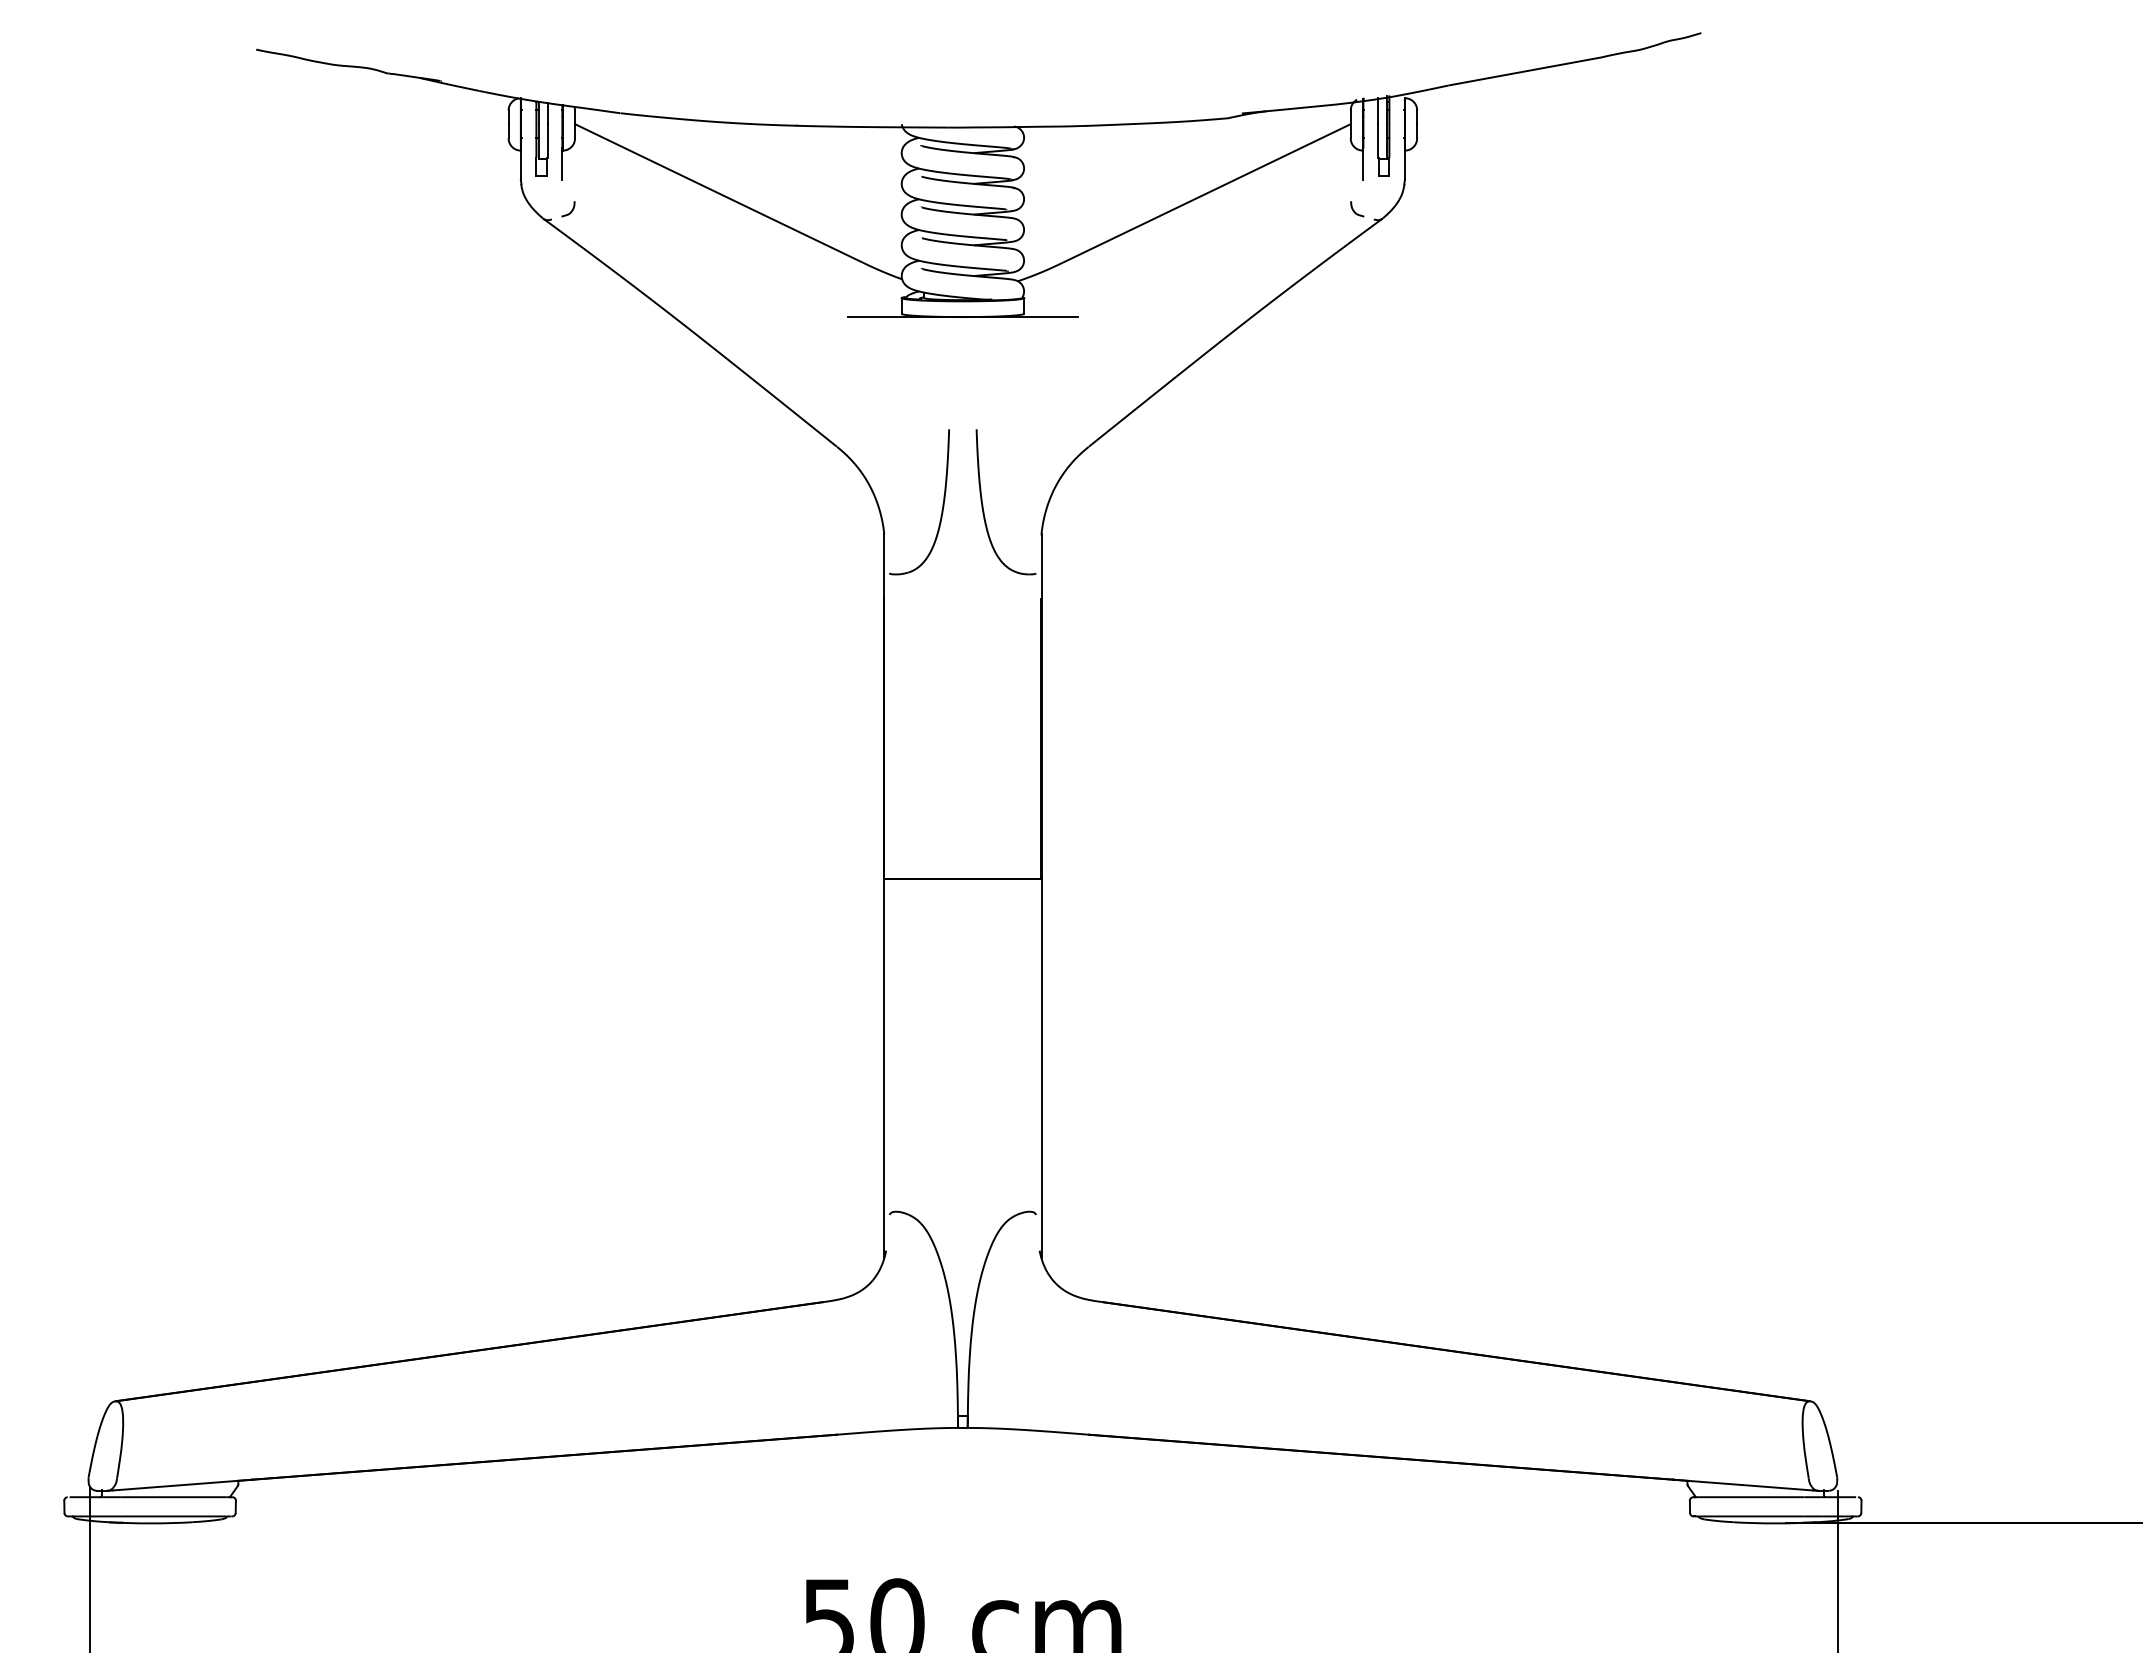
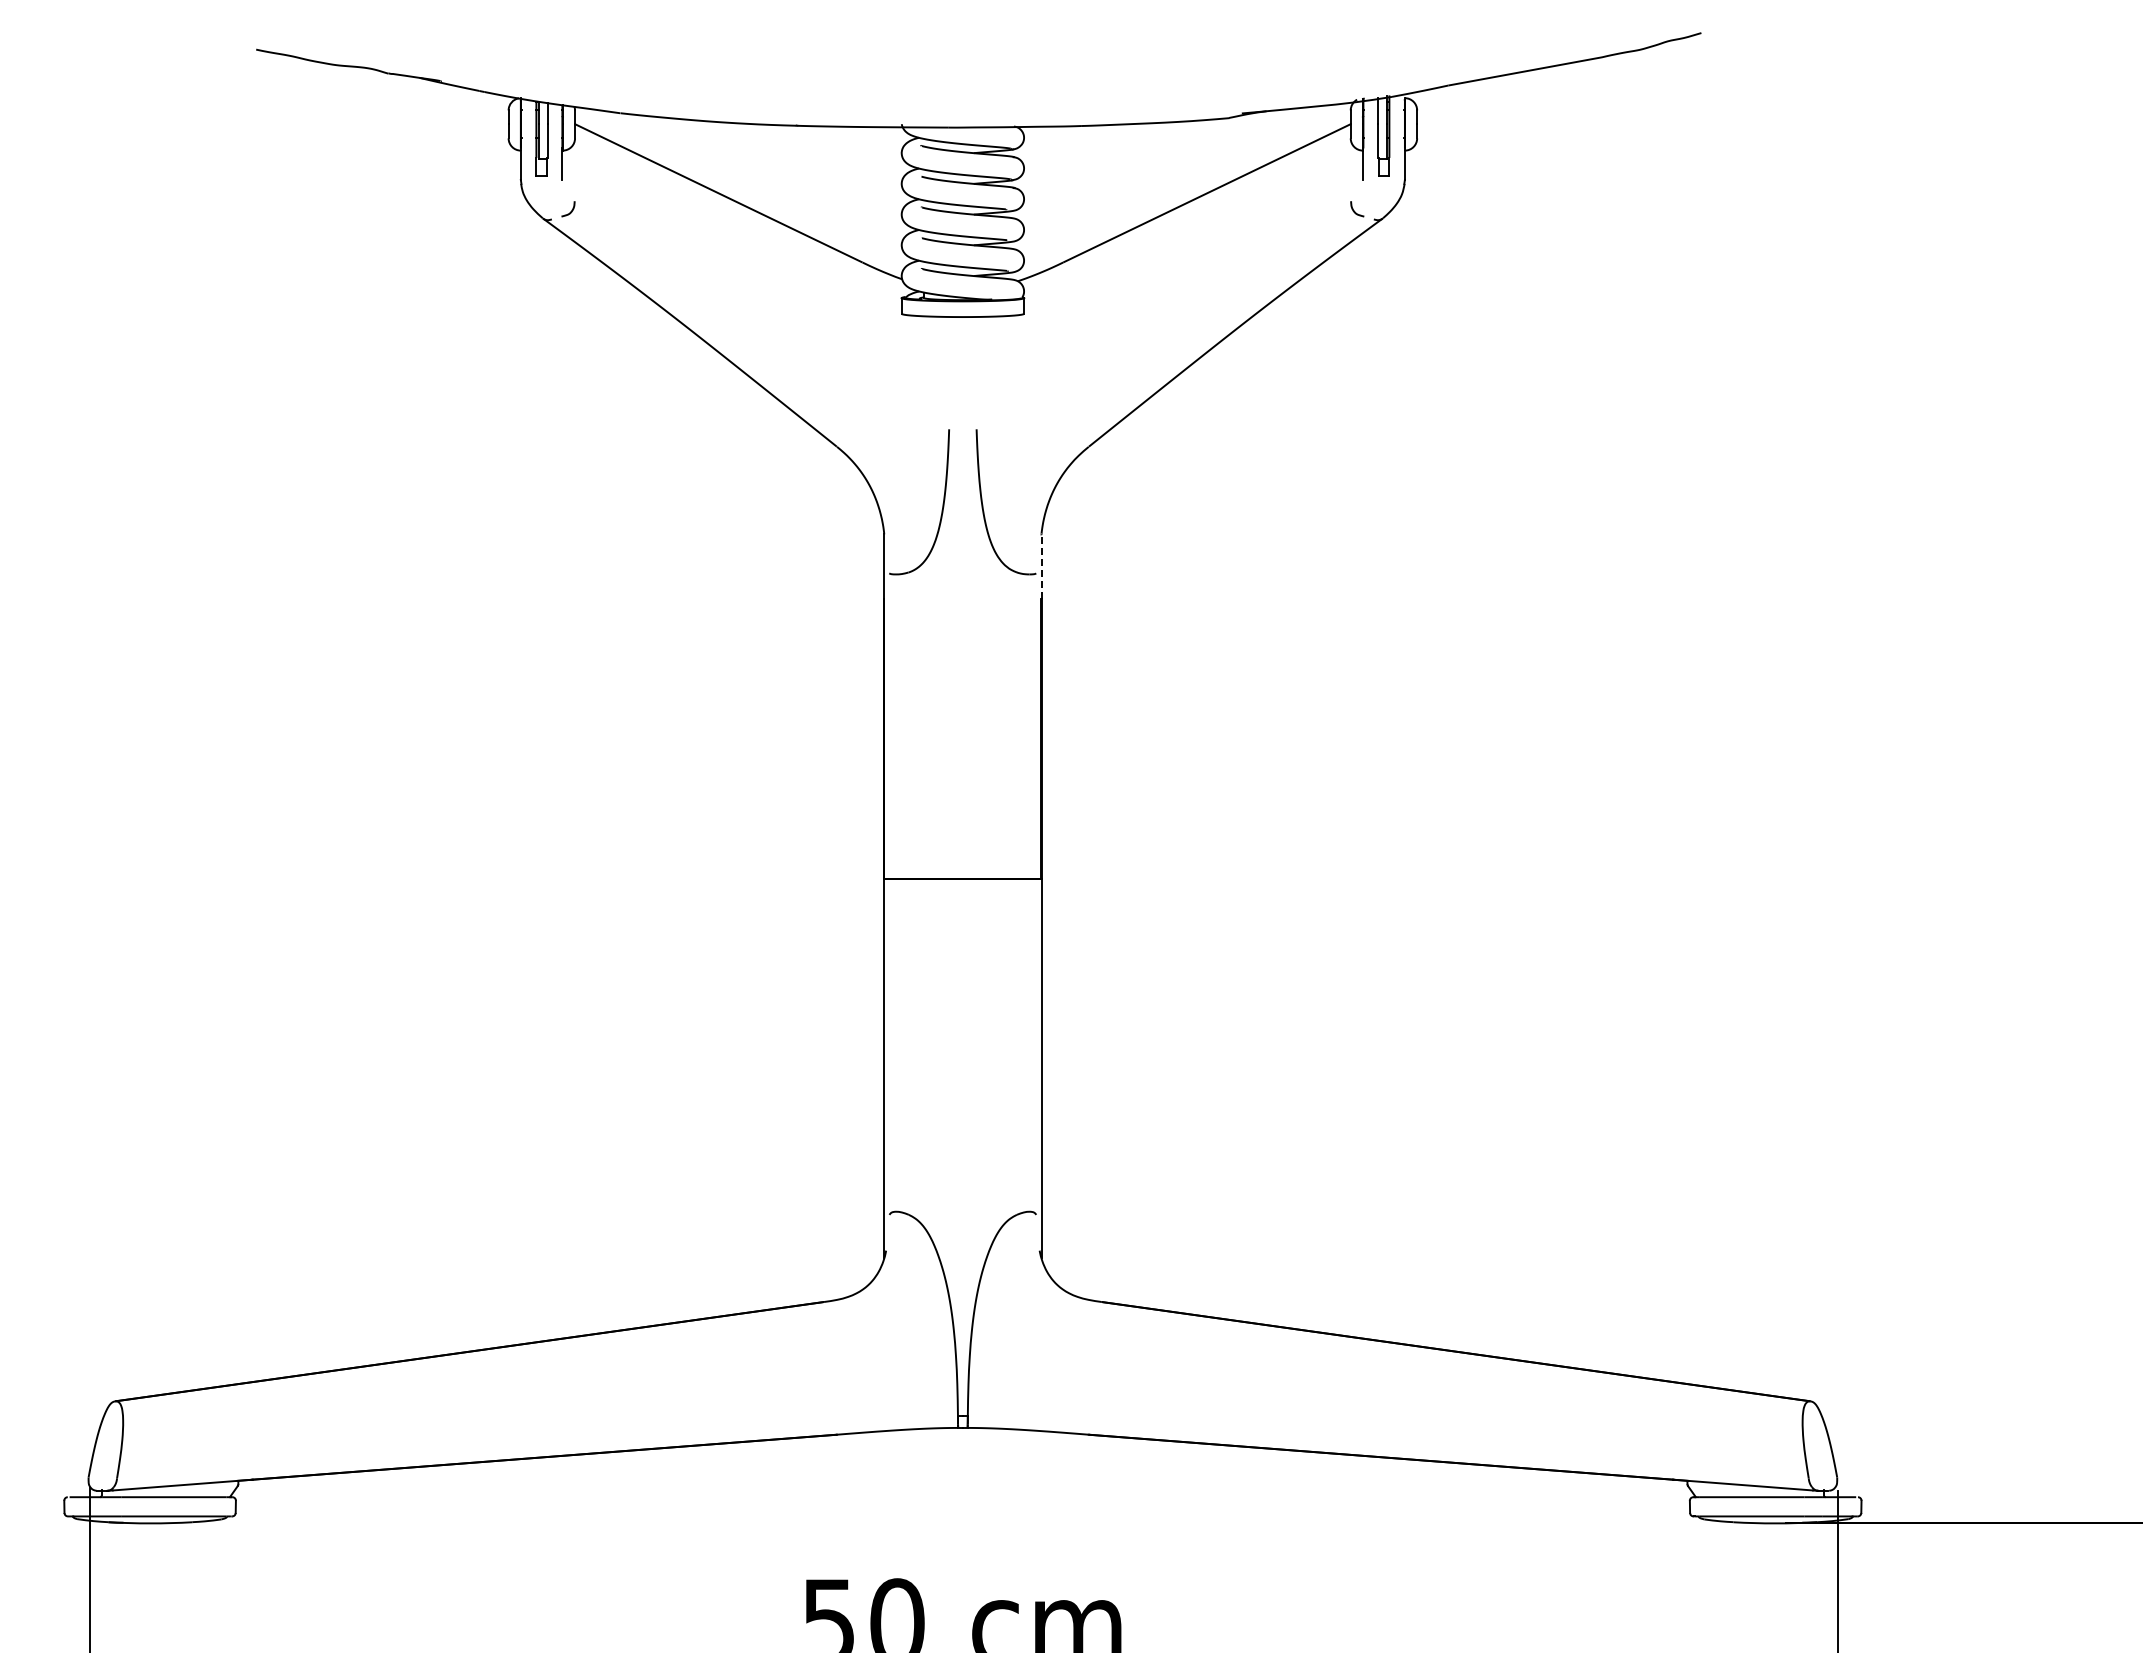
line at (962, 317): present -> none
line at (1041, 566): solid -> dashed
